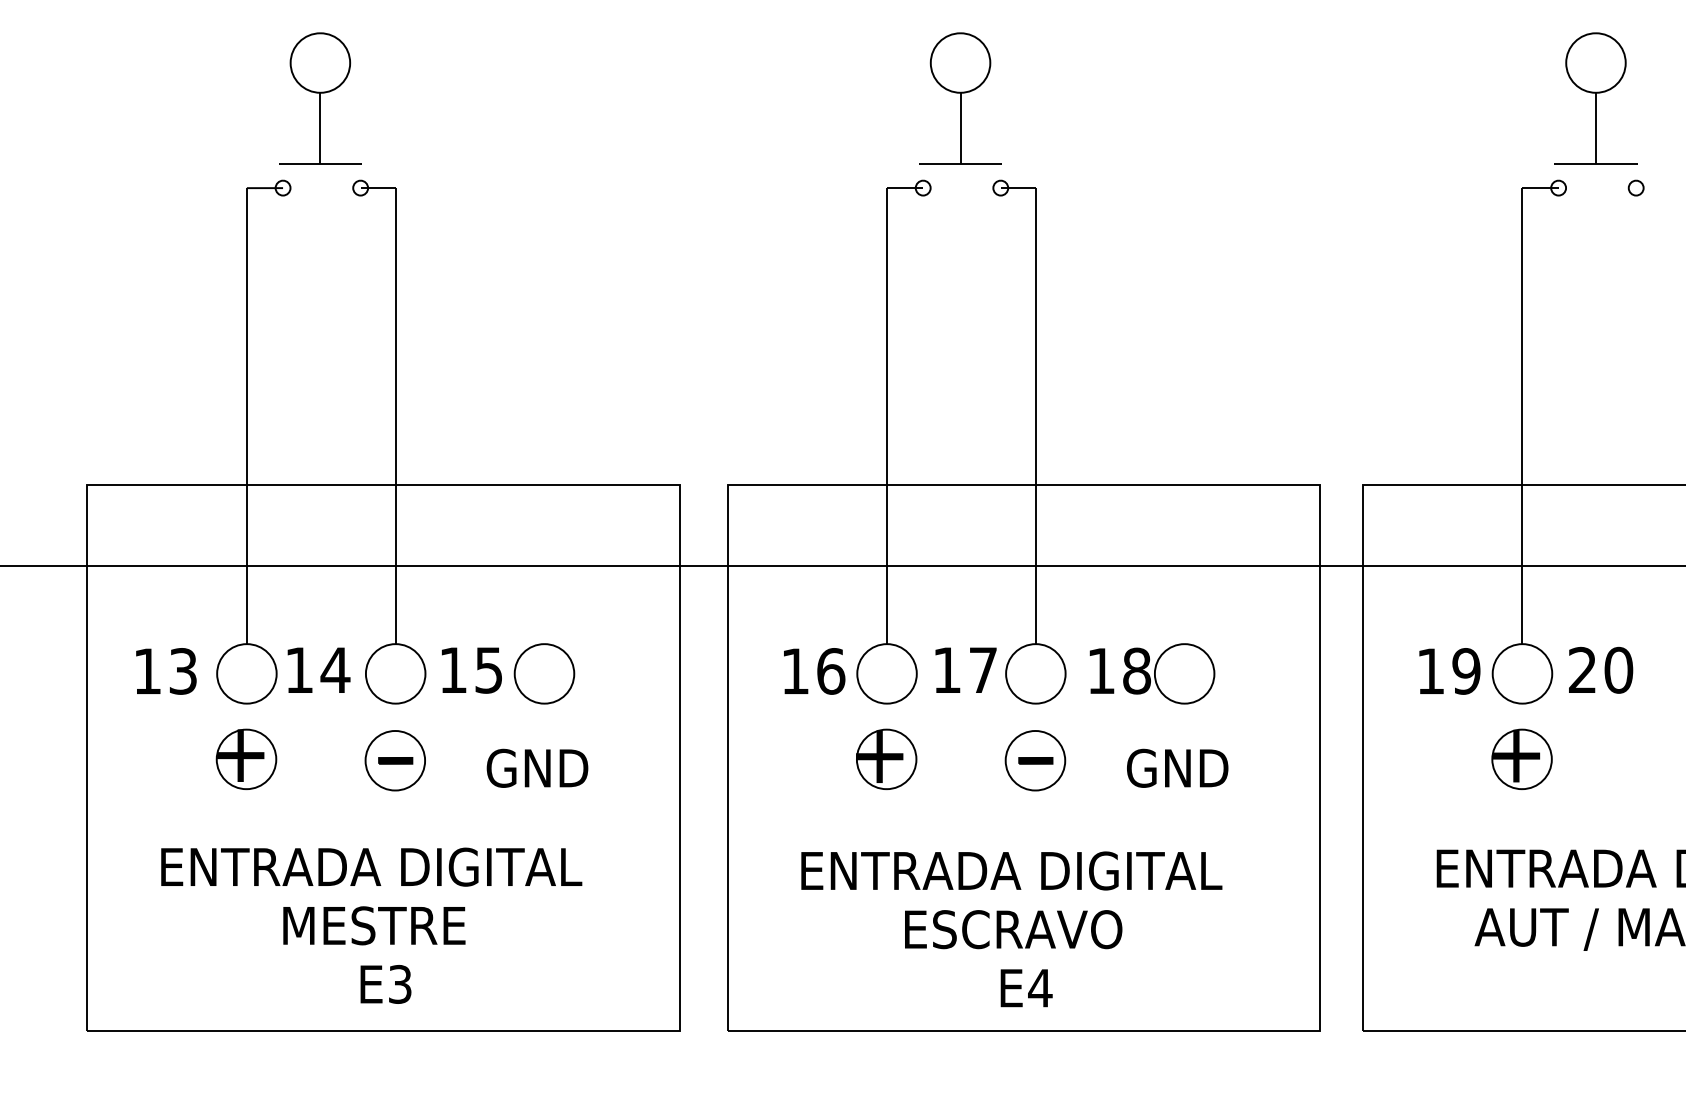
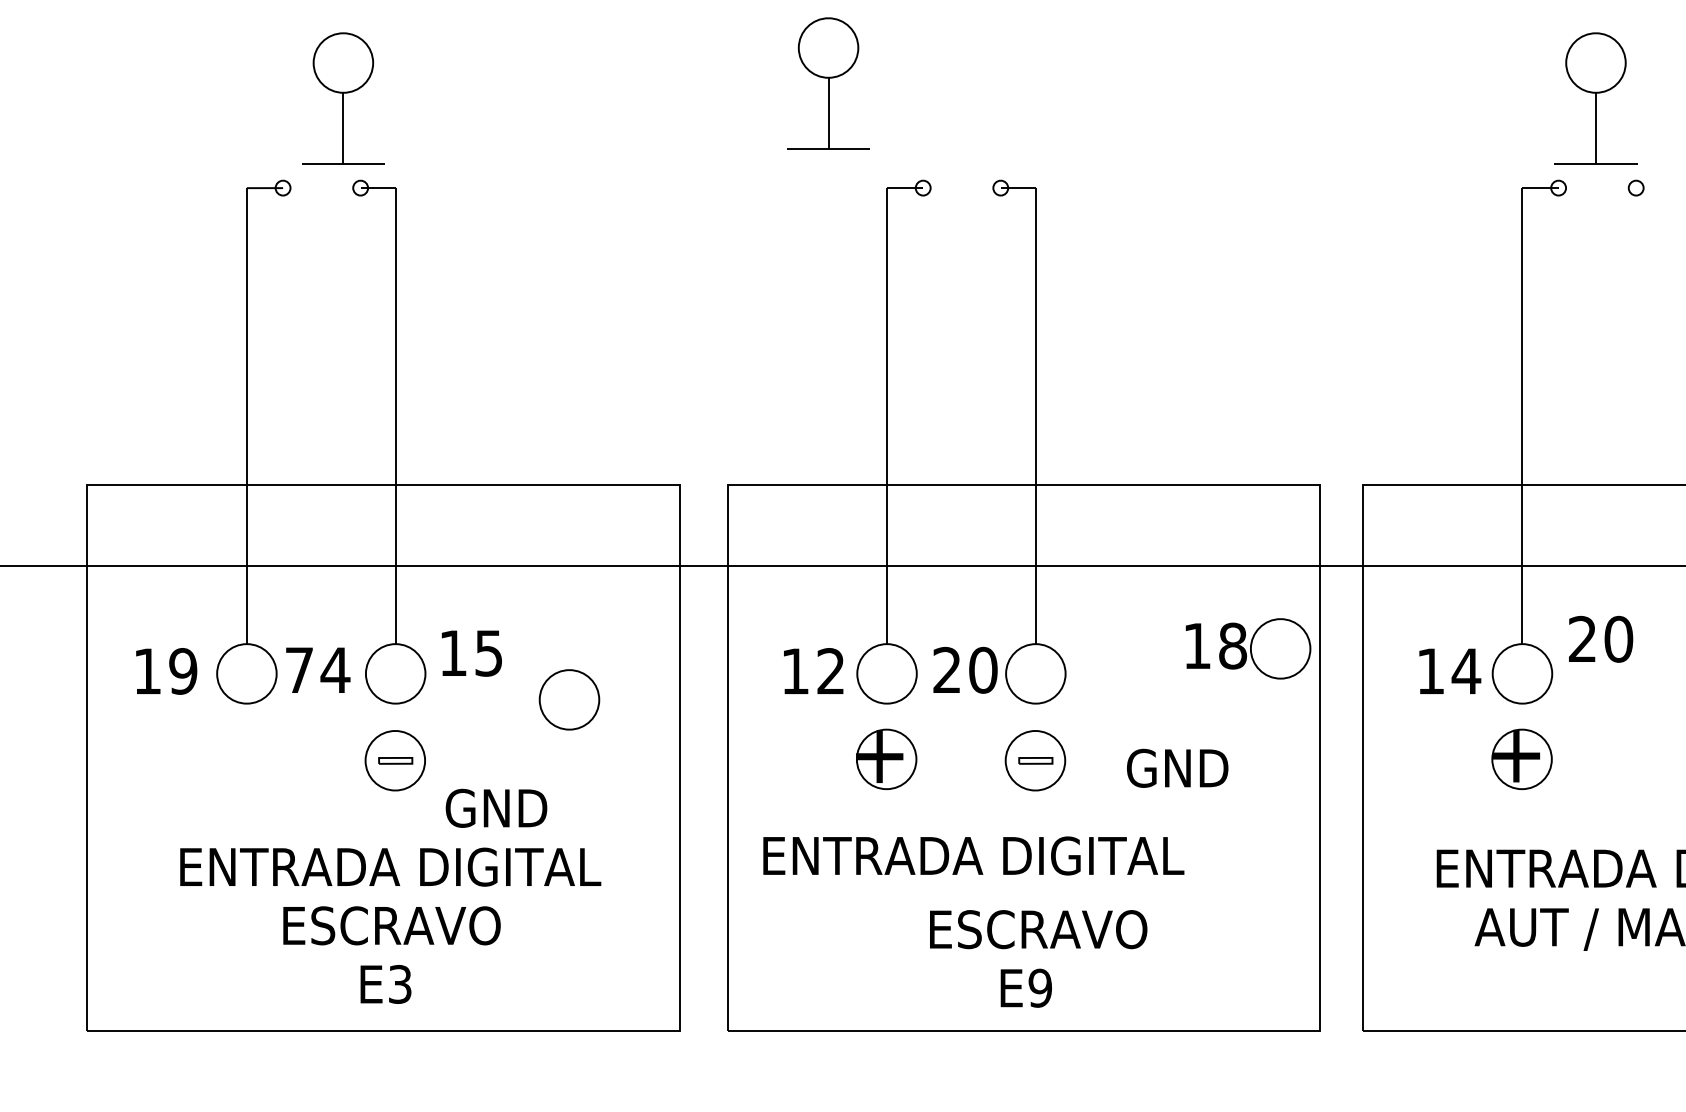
part at (320, 98) position: (320, 98) -> (343, 98)
part at (960, 98) position: (960, 98) -> (828, 83)
text at (299, 669): 14 -> 74
text at (965, 669): 17 -> 20
text at (1601, 669) position: (1601, 669) -> (1601, 638)
text at (471, 670) position: (471, 670) -> (471, 653)
text at (183, 671): 13 -> 19
text at (831, 671): 16 -> 12
text at (1466, 671): 19 -> 14
part at (544, 673) position: (544, 673) -> (569, 699)
part at (1152, 673) position: (1152, 673) -> (1248, 648)
part at (246, 758): present -> none
fill at (395, 760): present -> none
fill at (1035, 760): present -> none
text at (537, 767) position: (537, 767) -> (496, 807)
text at (371, 866) position: (371, 866) -> (390, 866)
text at (1011, 870) position: (1011, 870) -> (973, 855)
text at (393, 925): MESTRE -> ESCRAVO
text at (1013, 929) position: (1013, 929) -> (1038, 929)
text at (1040, 987): E4 -> E9
